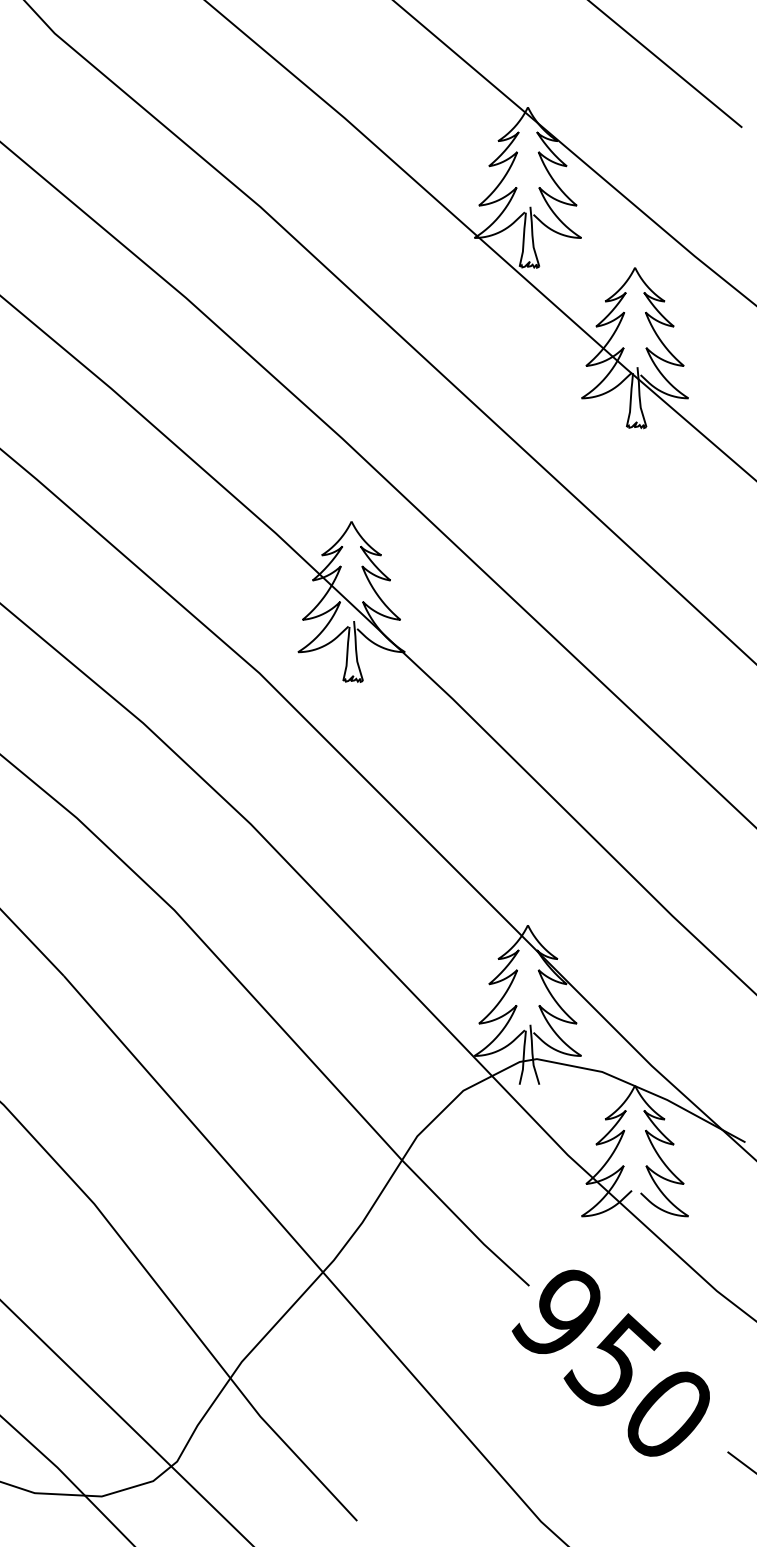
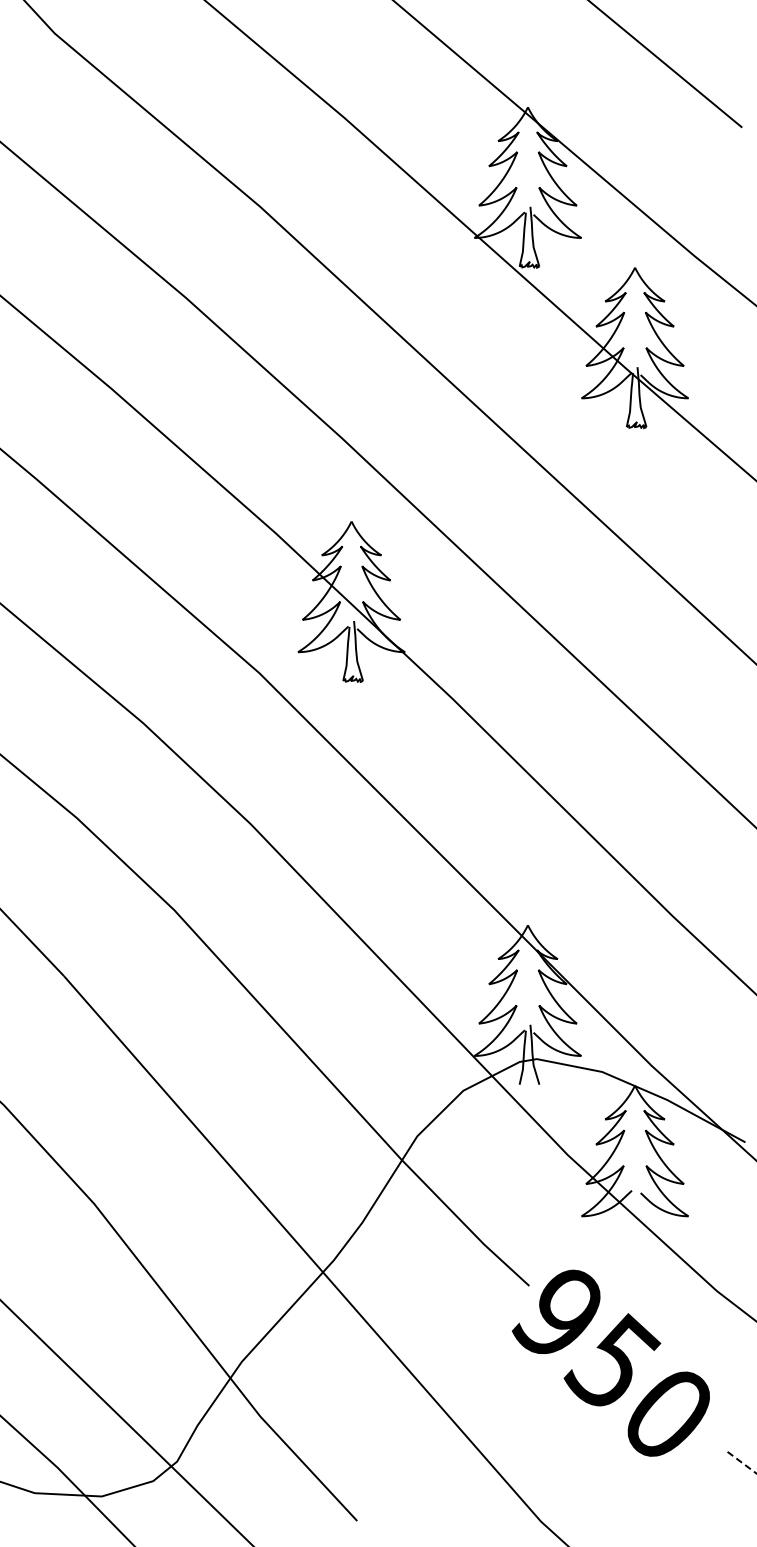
line at (742, 1463): solid -> dashed
